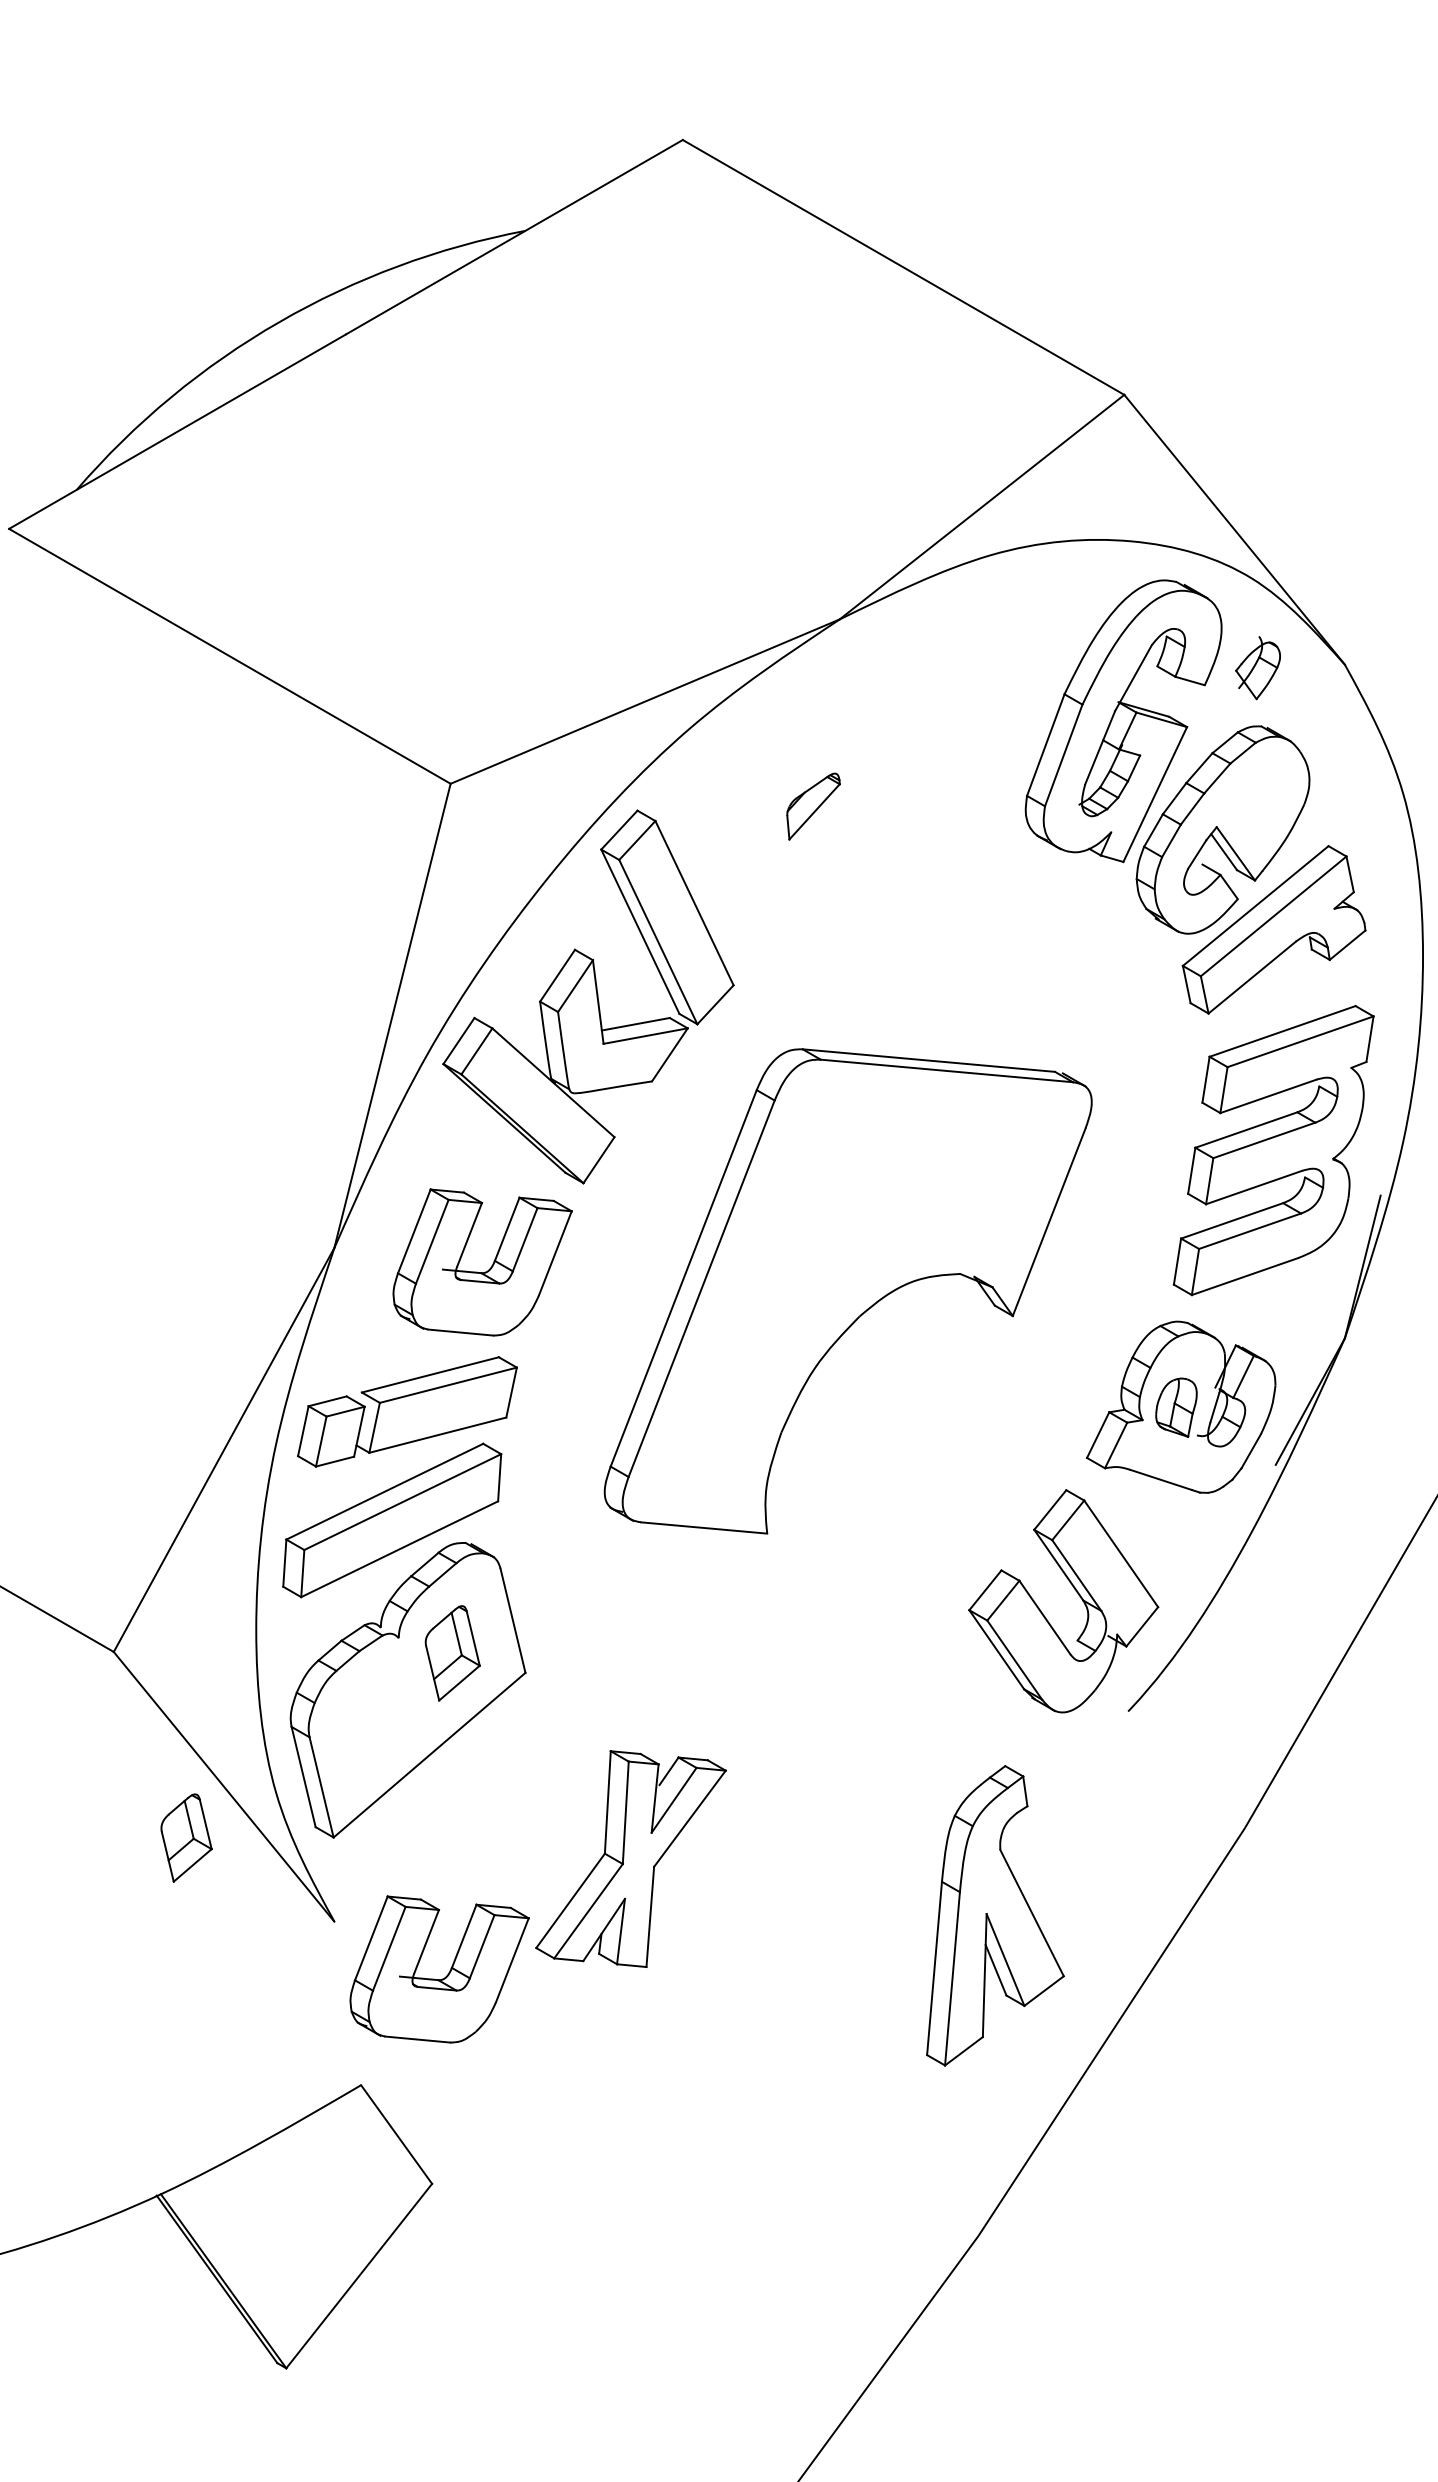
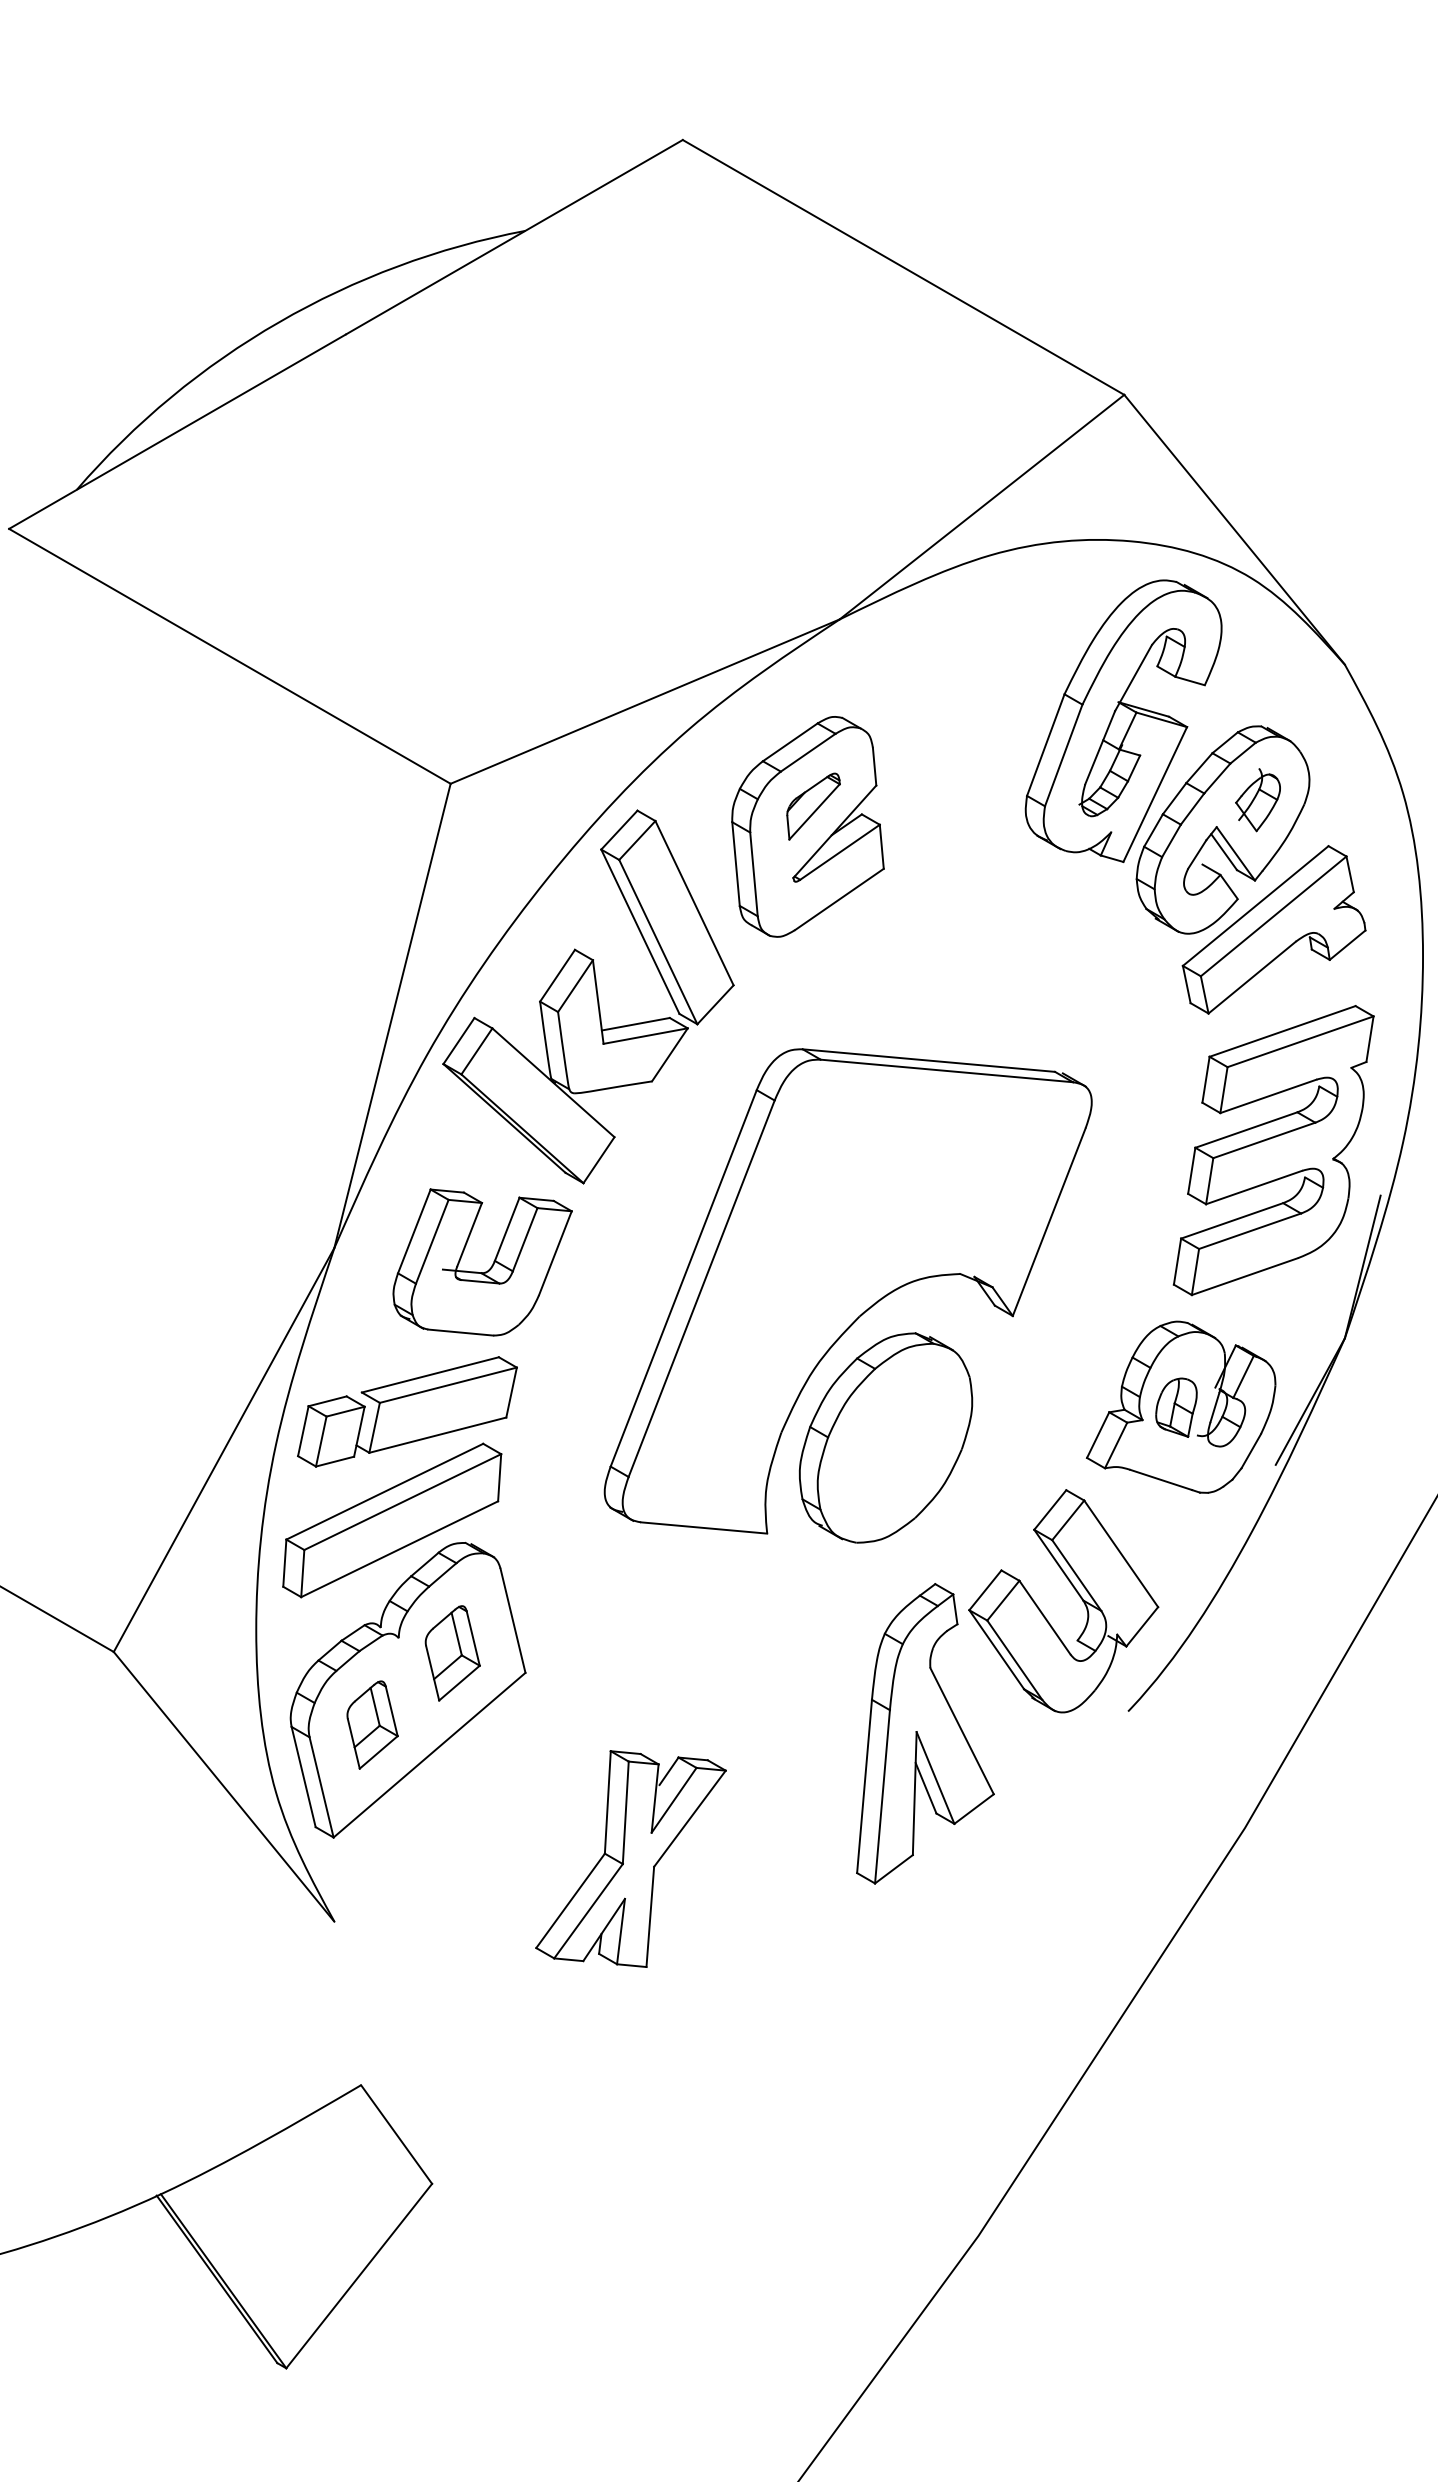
part at (1257, 668) position: (1257, 668) -> (1257, 800)
part at (807, 826): none -> present
part at (885, 1437): none -> present
part at (186, 1837) position: (186, 1837) -> (372, 1724)
part at (995, 1915) position: (995, 1915) -> (925, 1733)
part at (446, 1975): present -> none
